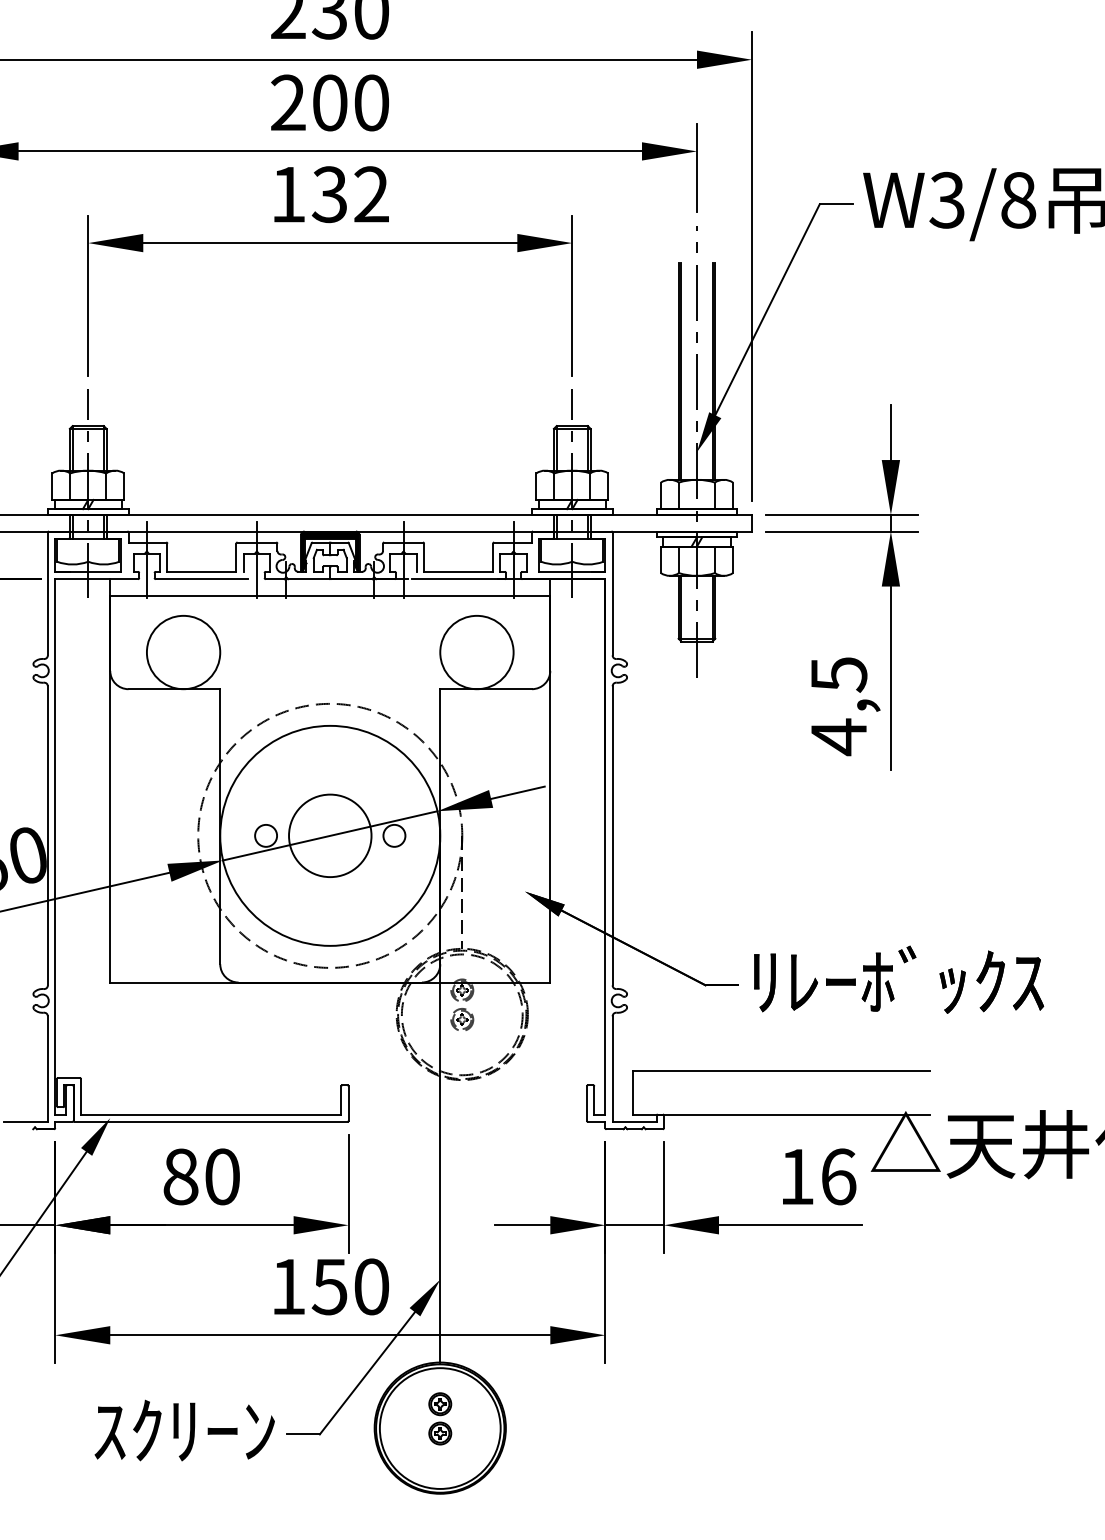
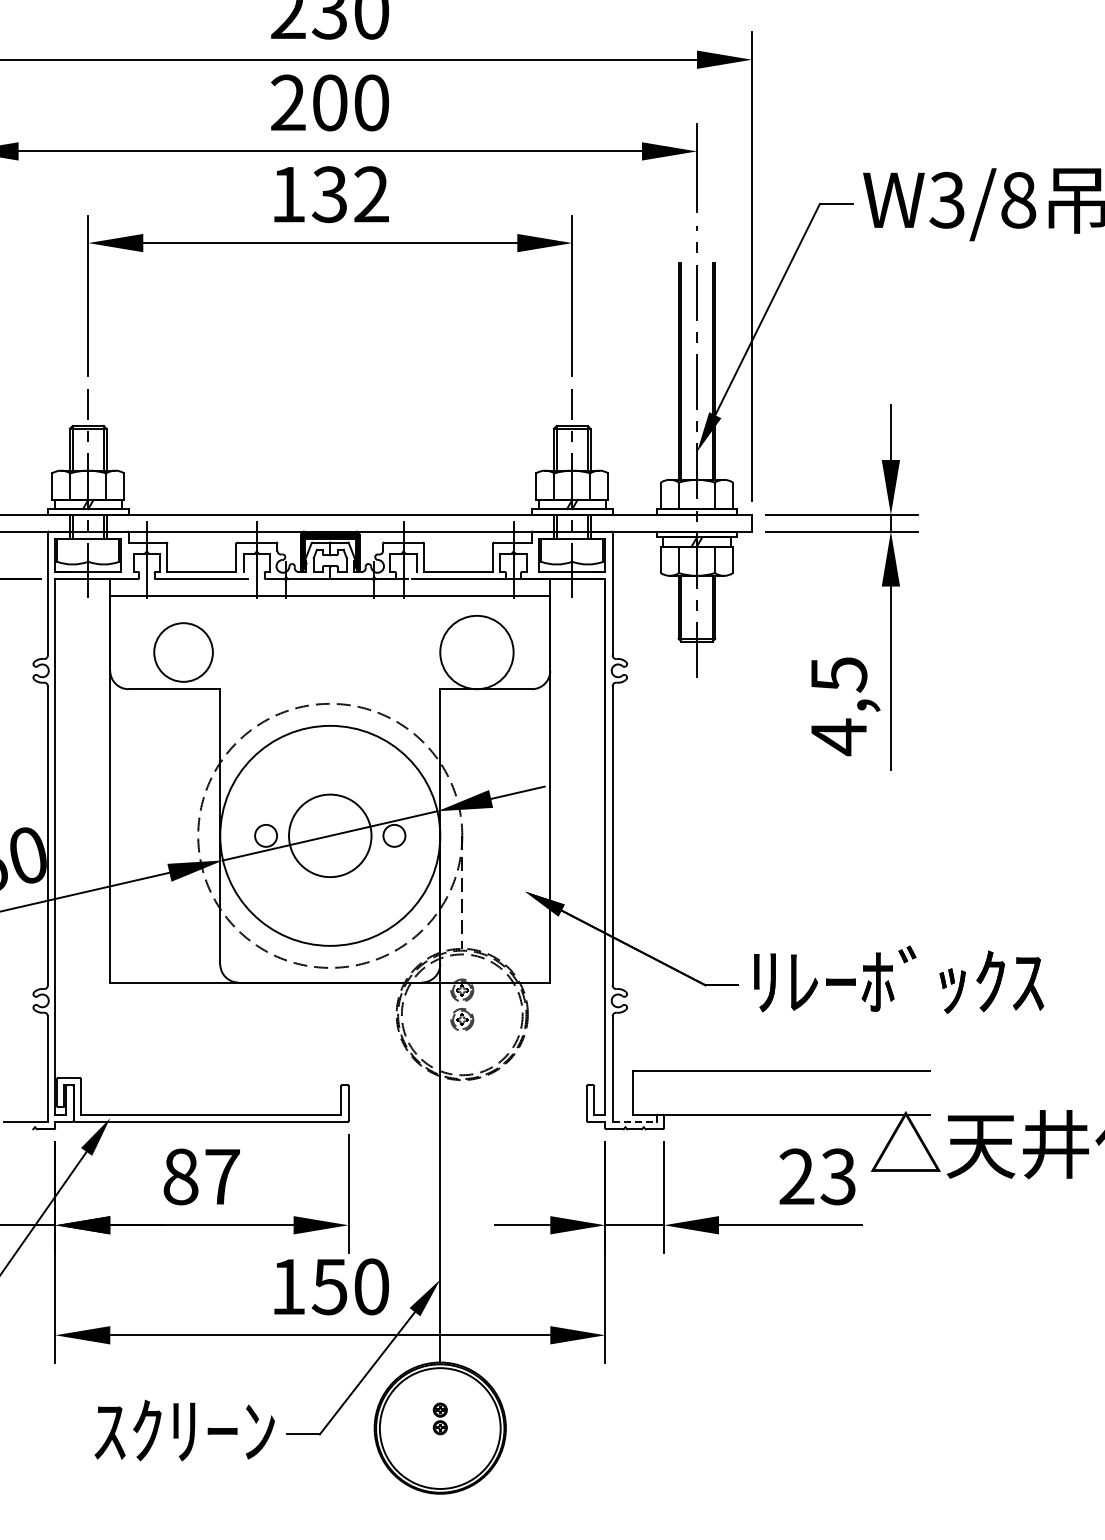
circle at (183, 652) diameter: 73 px -> 59 px
line at (635, 1121): solid -> dashed
text at (222, 1176): 80 -> 87
text at (817, 1176): 16 -> 23
part at (440, 1418) size: 25x54 px -> 16x34 px
